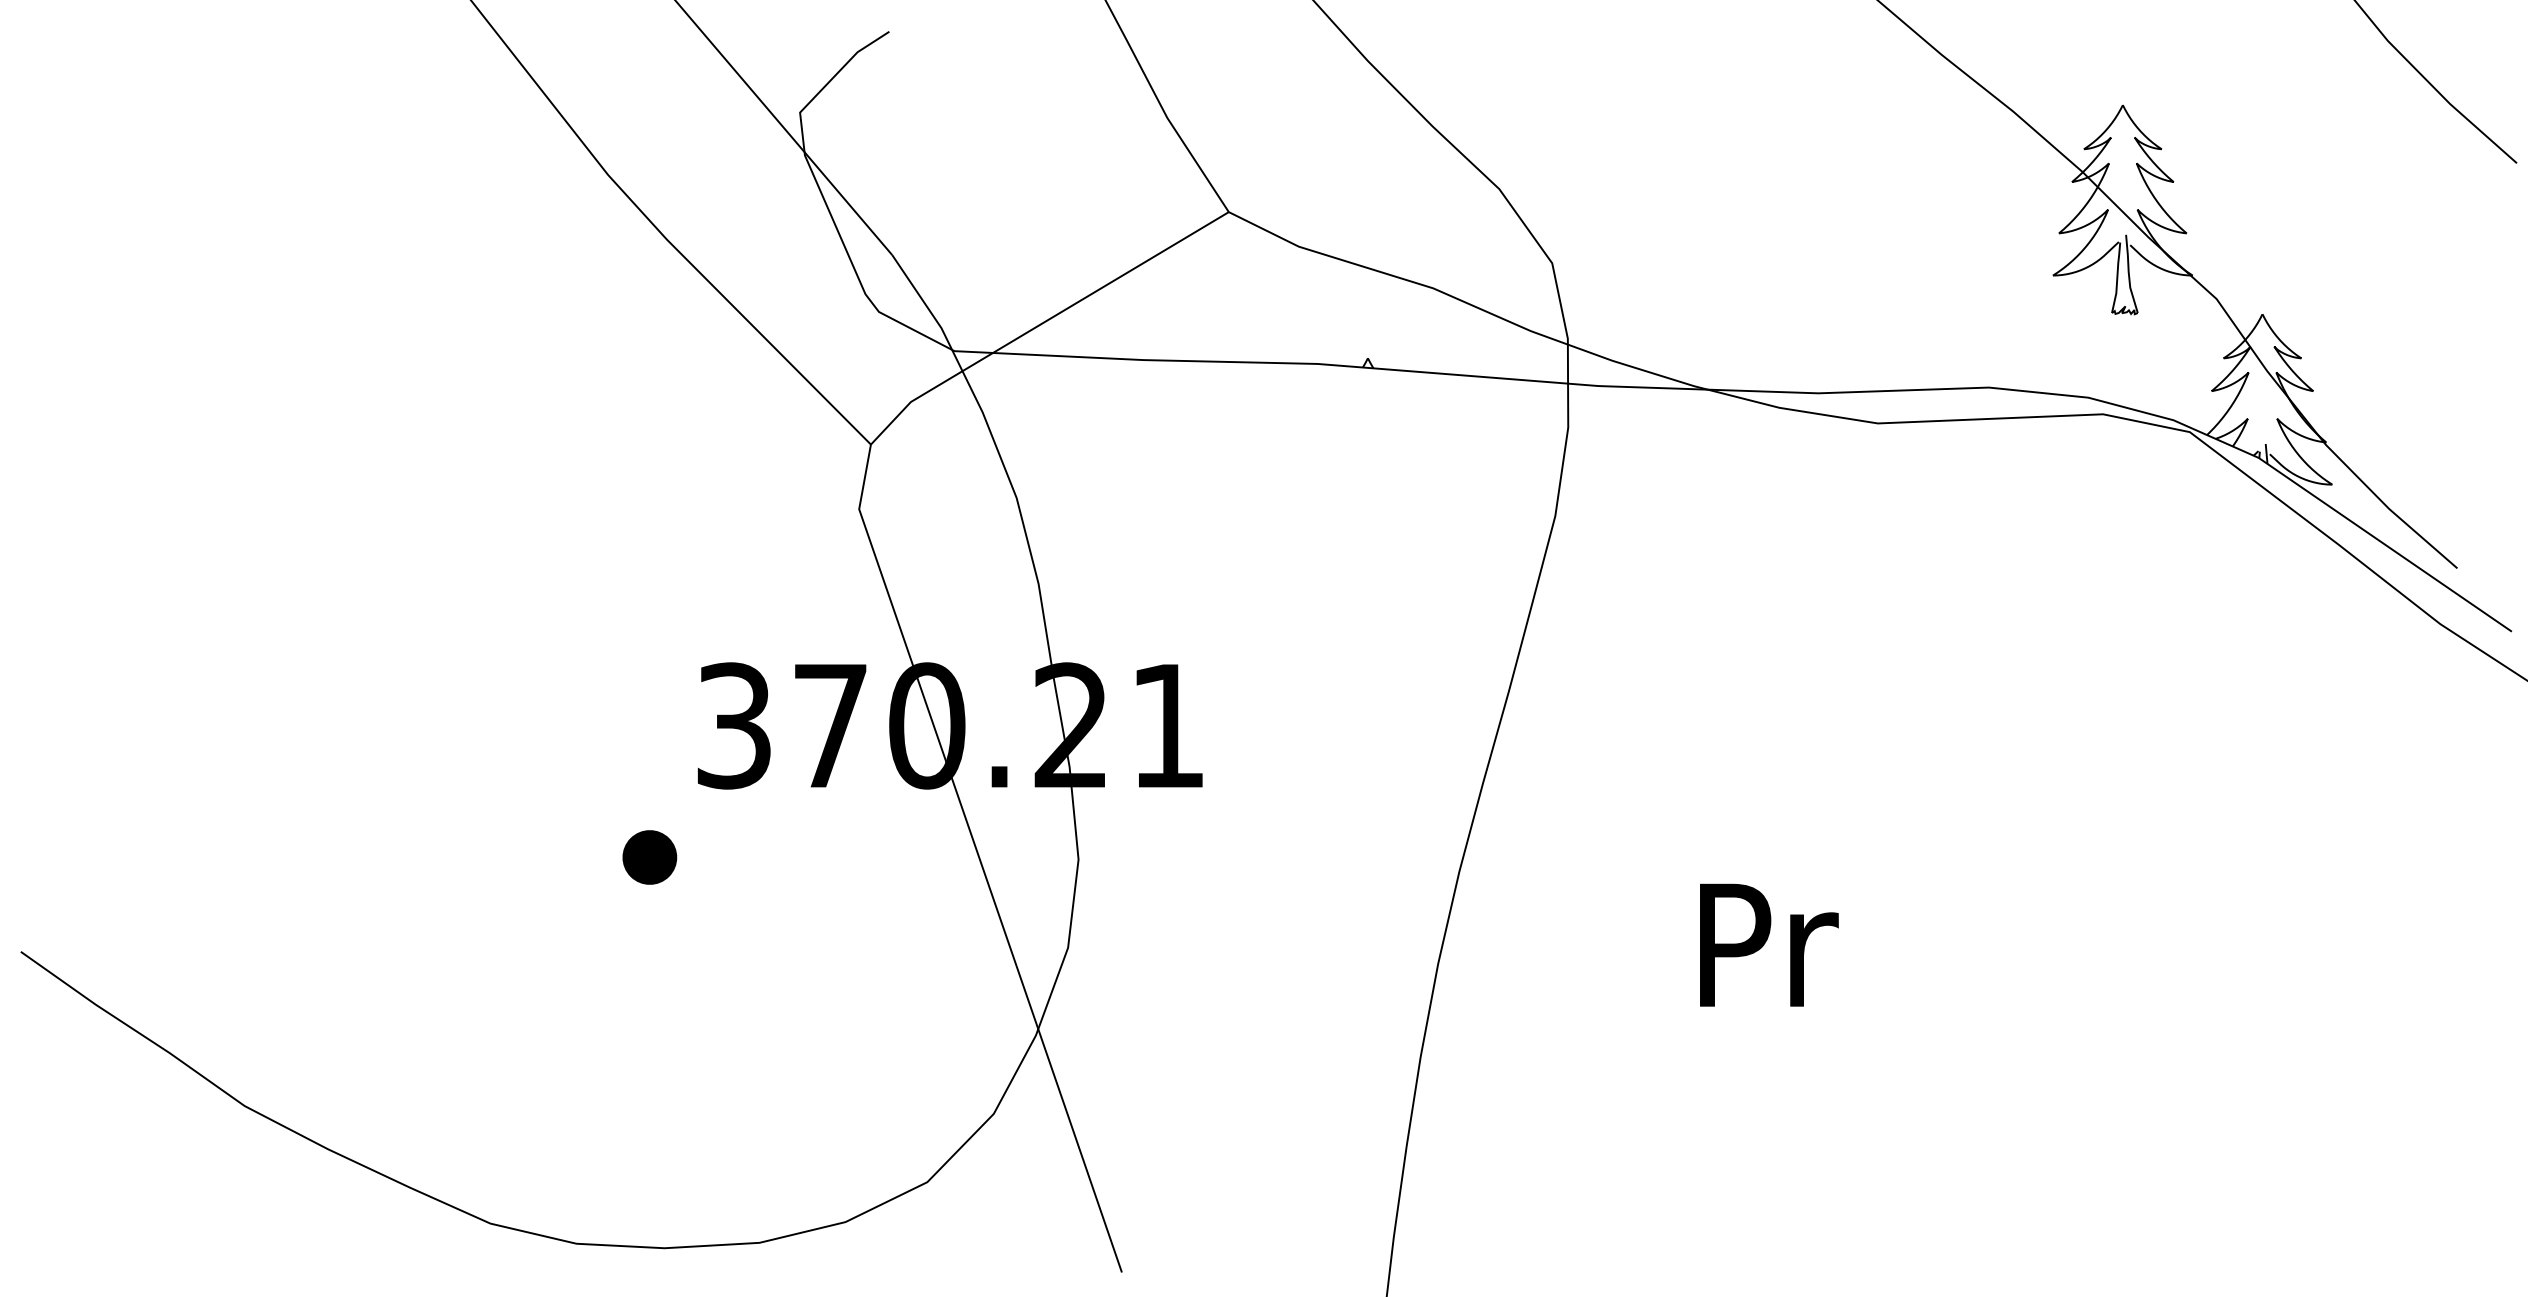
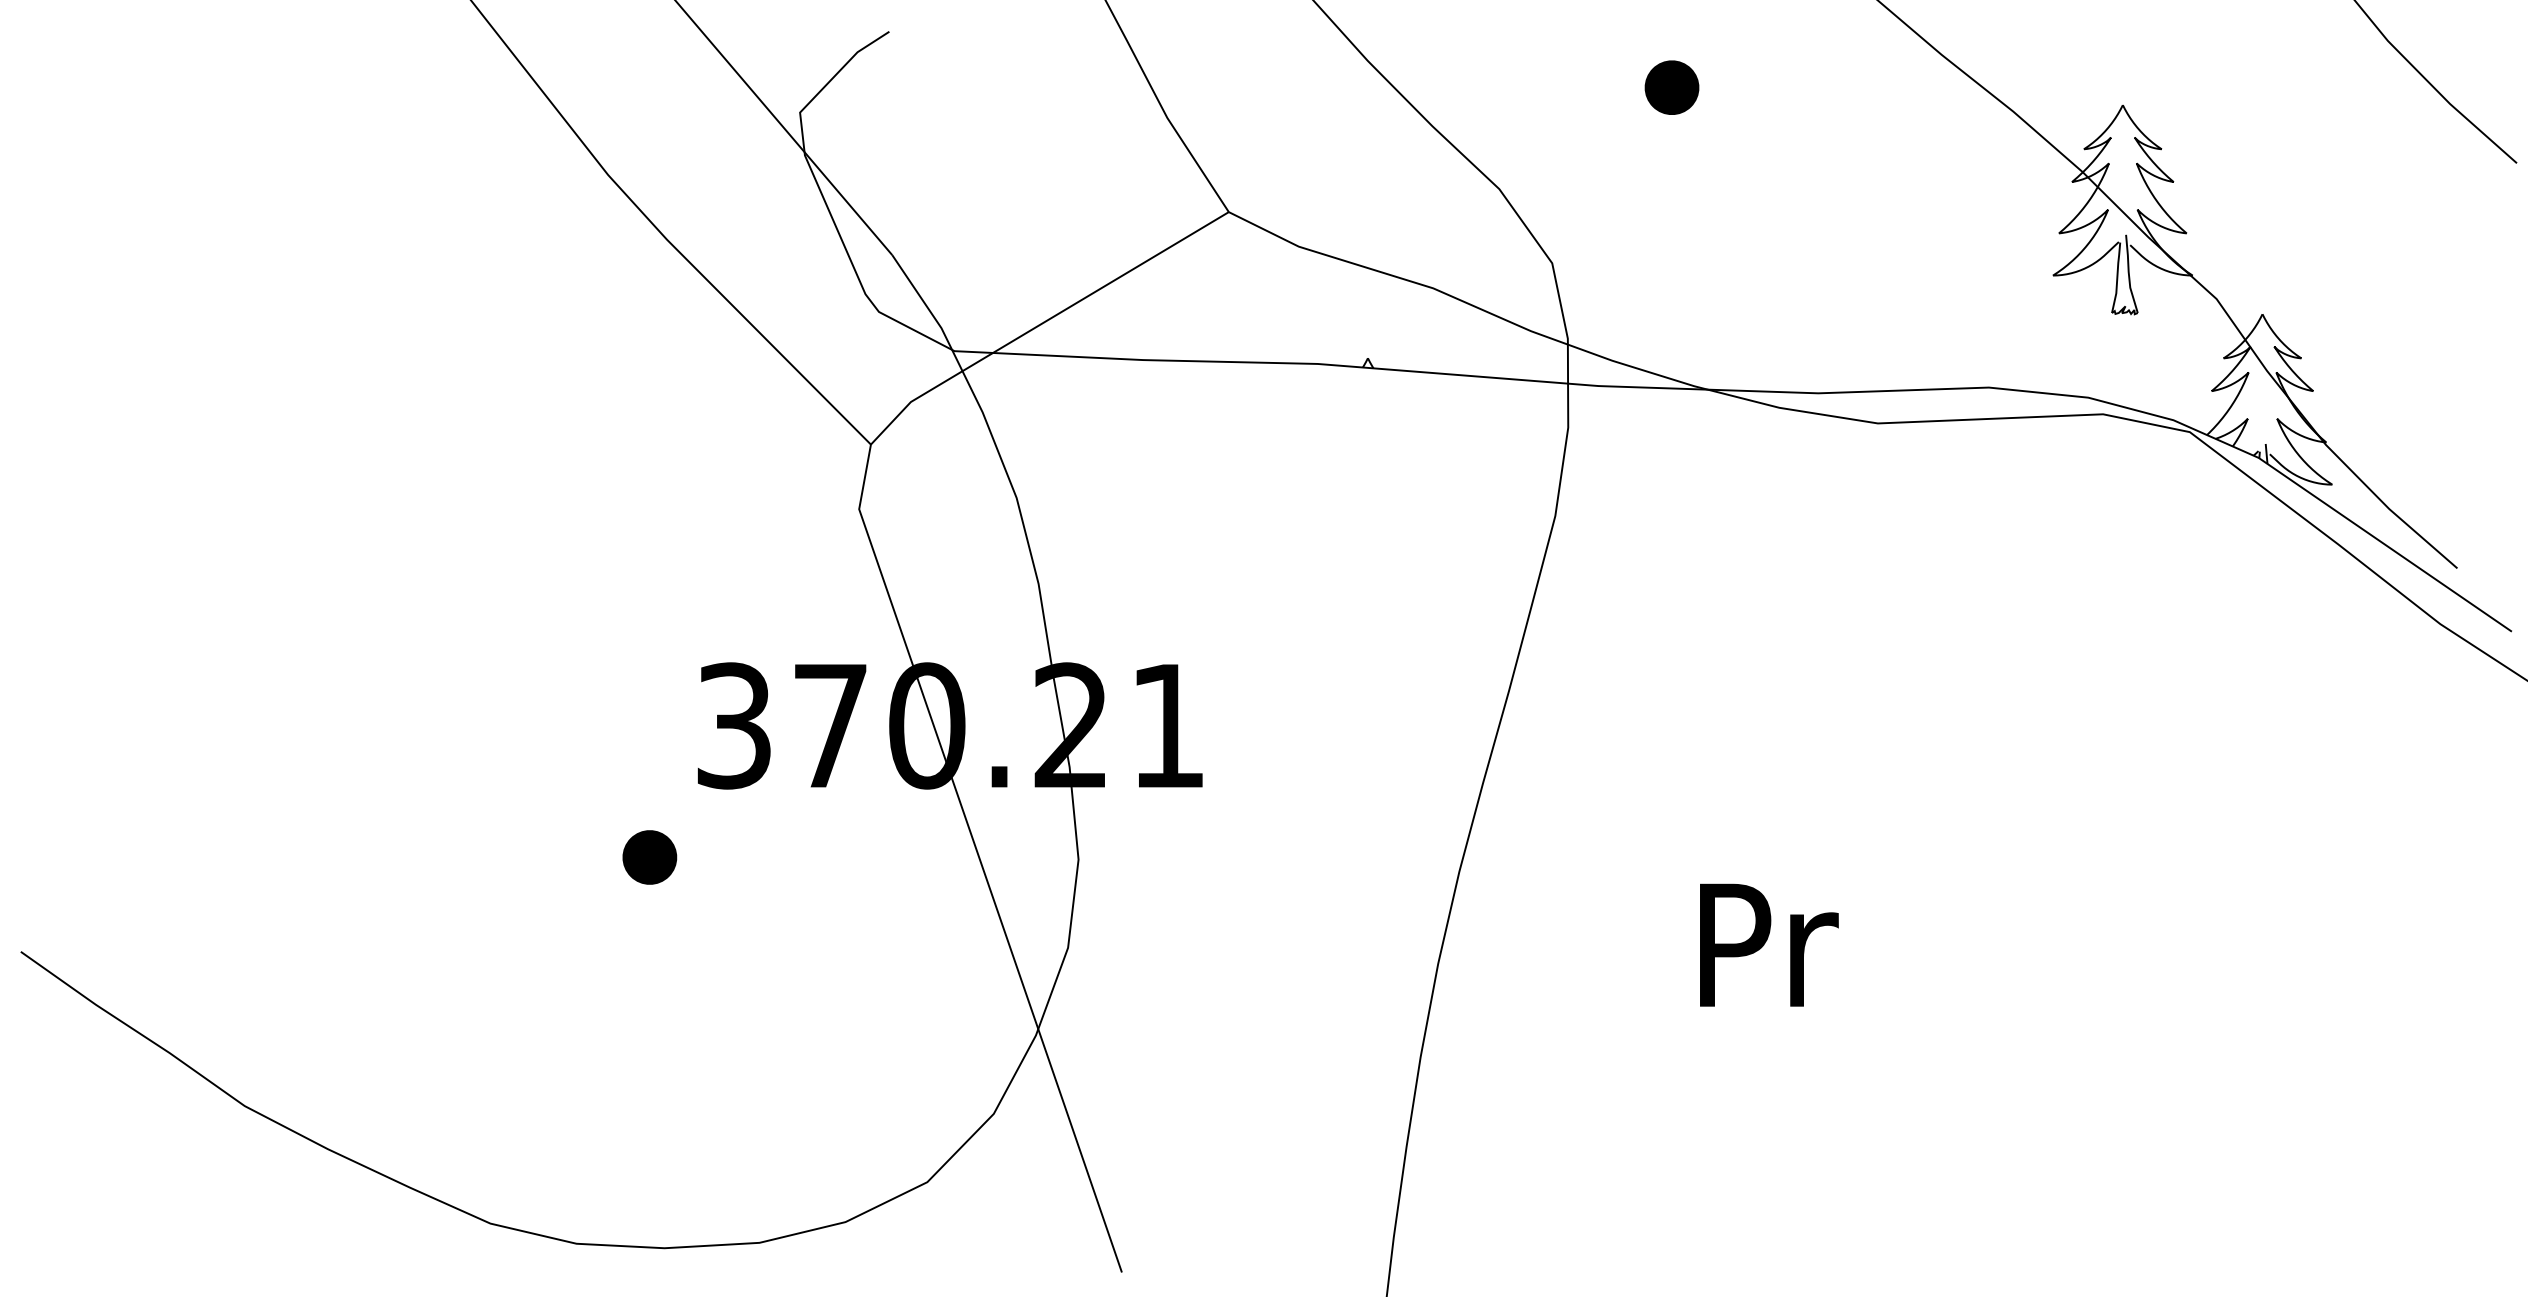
part at (1671, 87): none -> present
